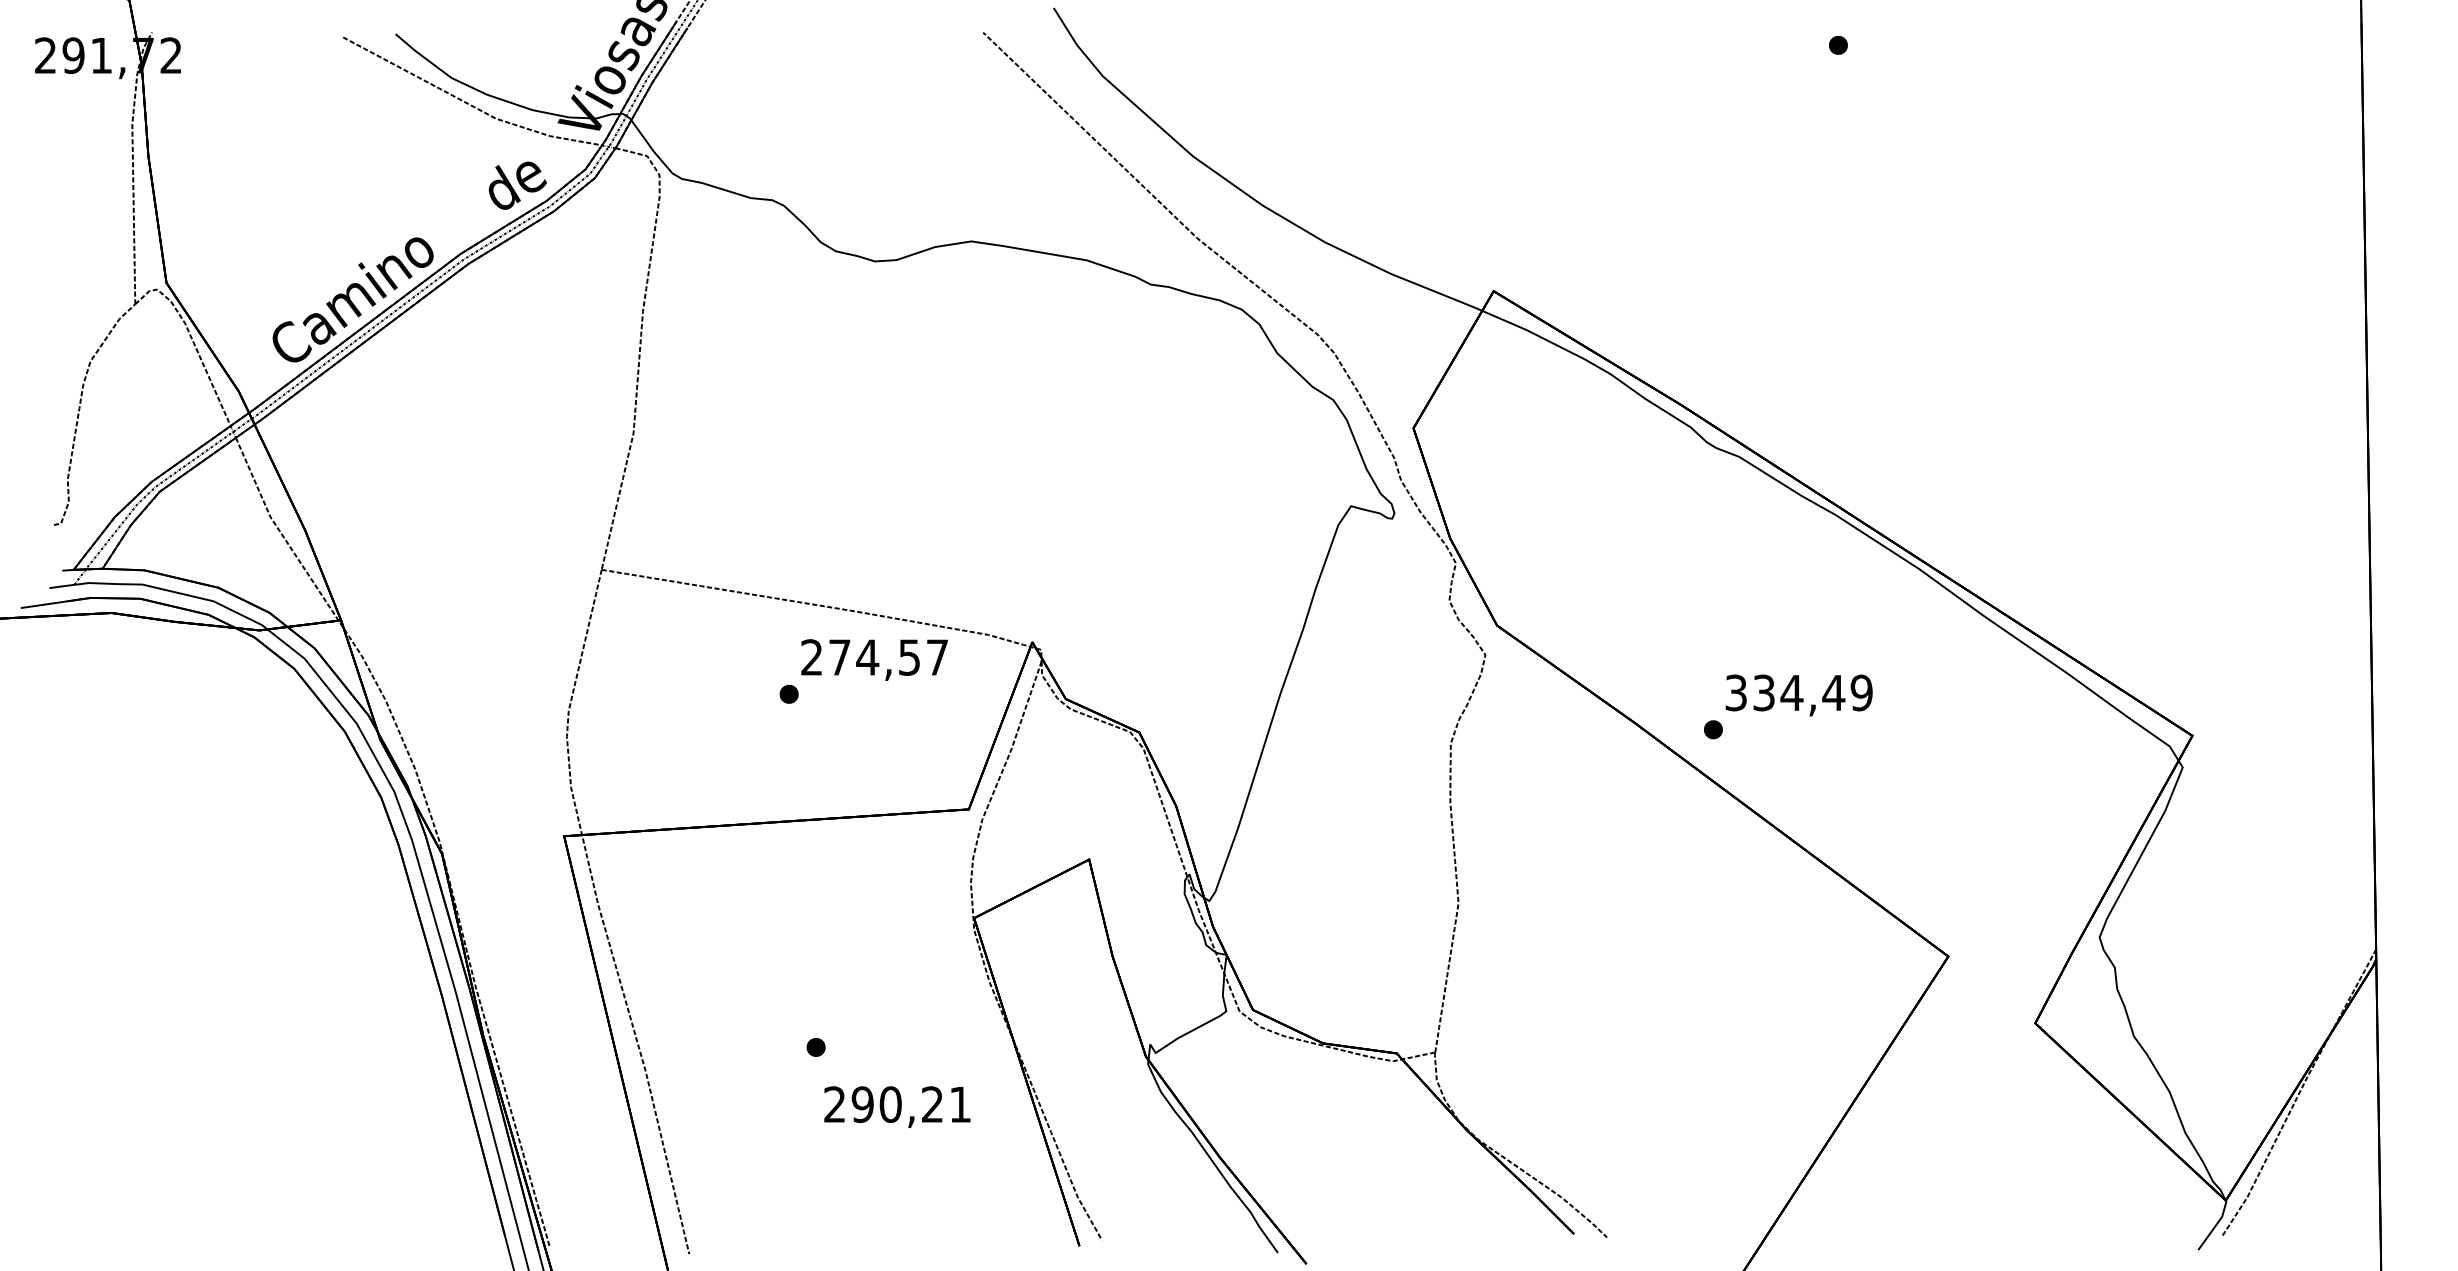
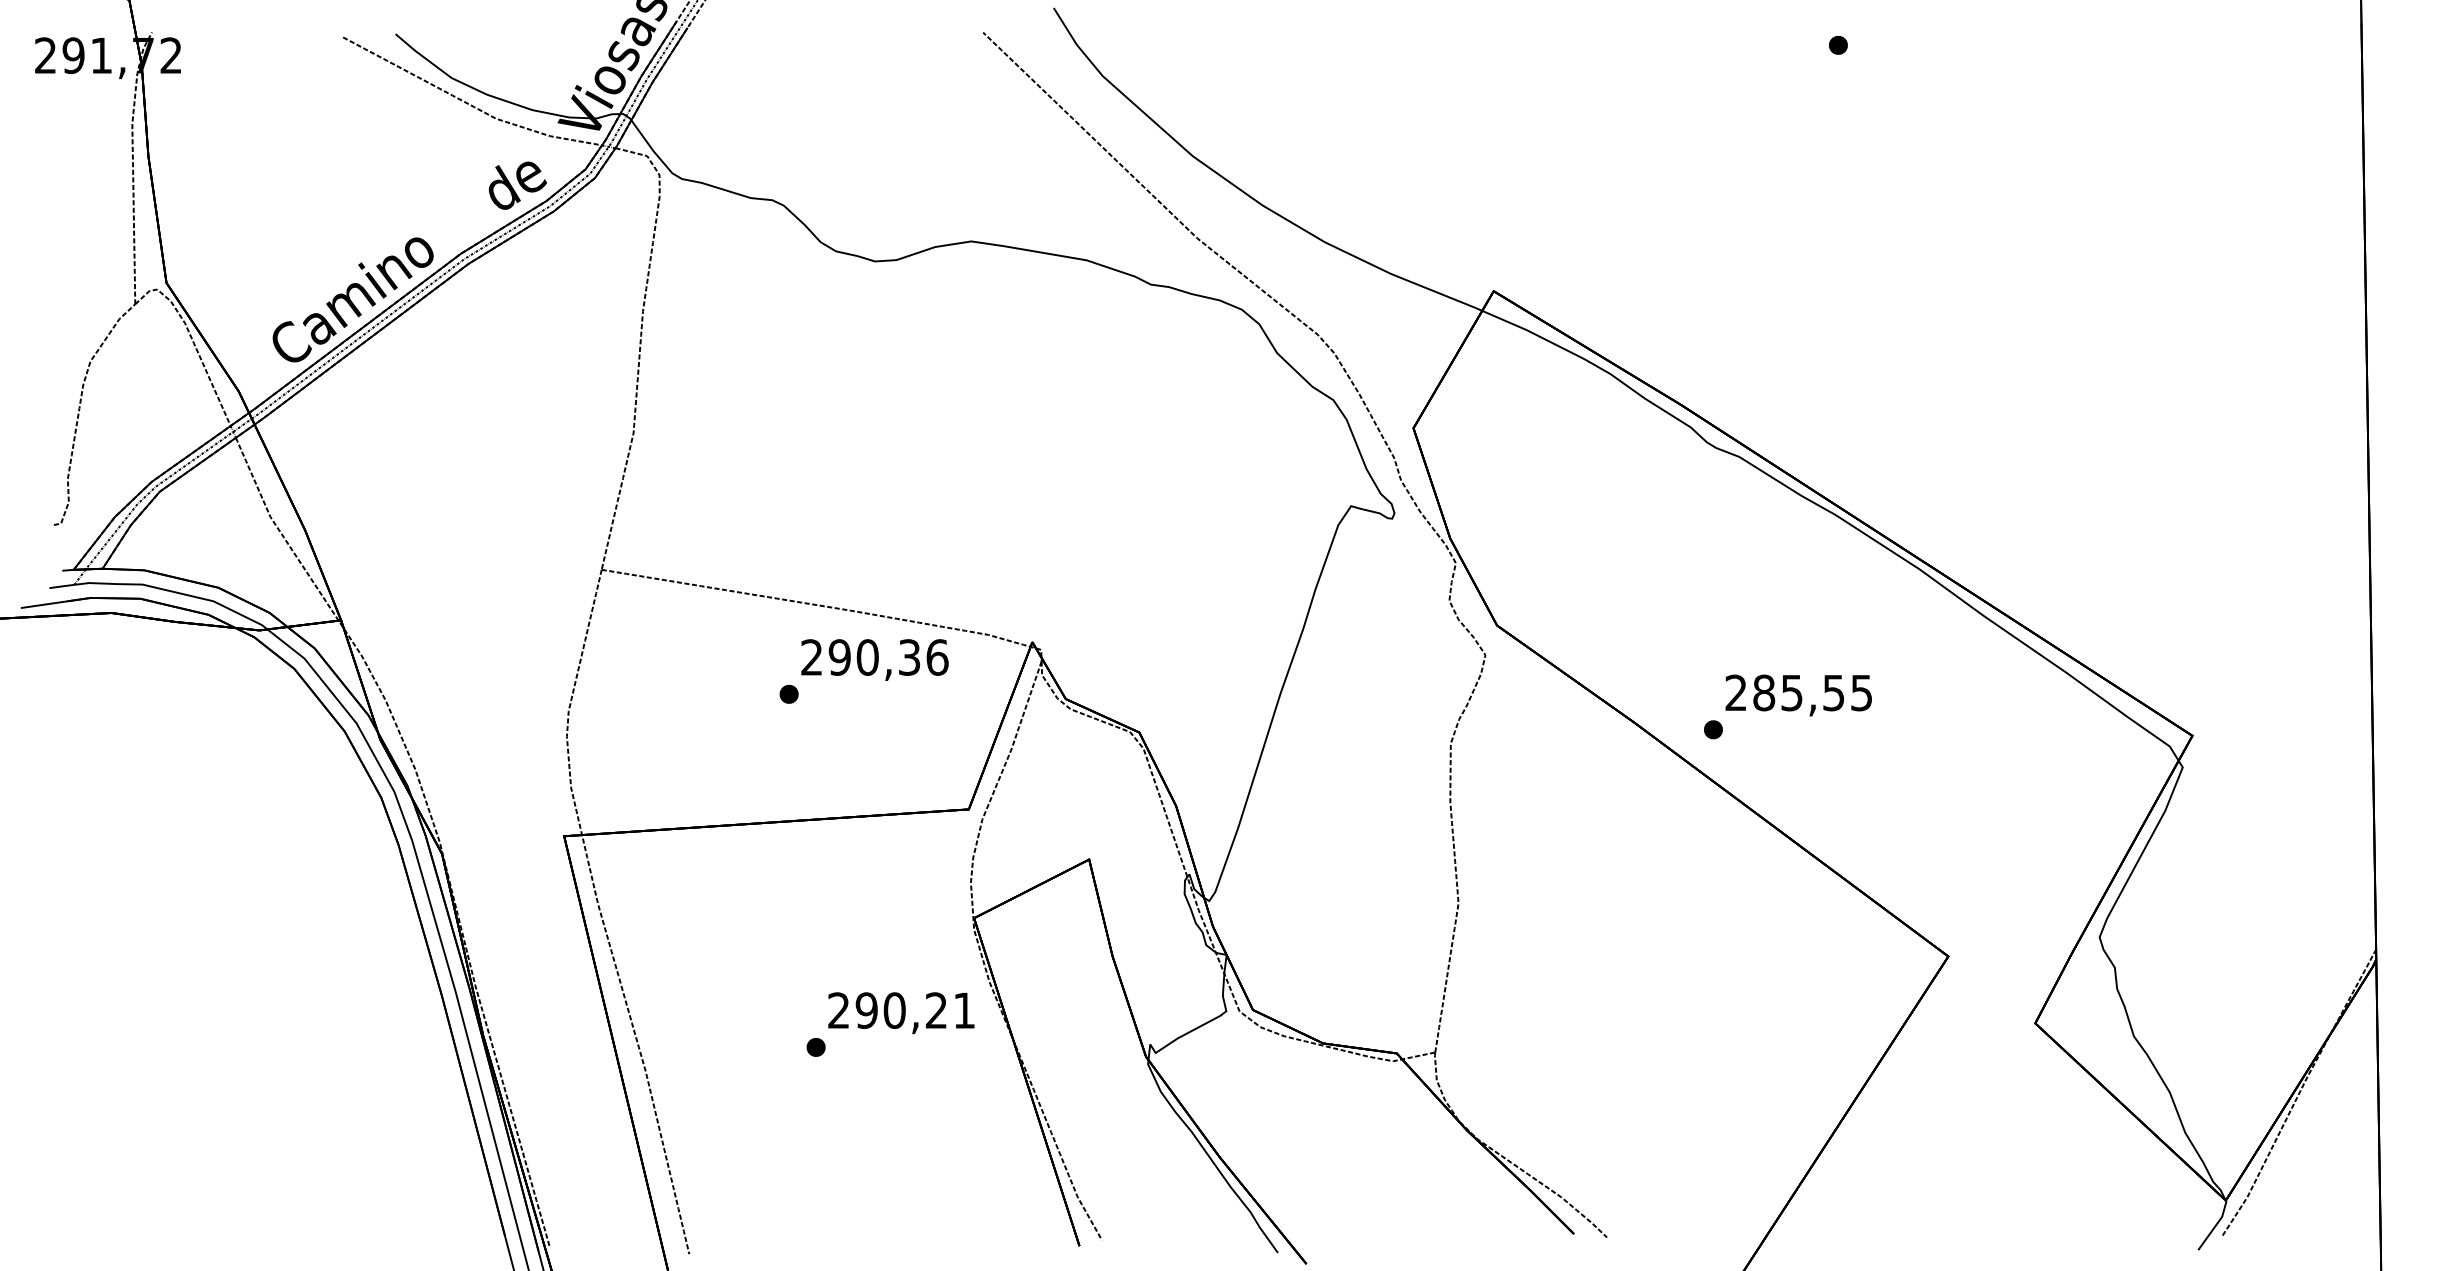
text at (888, 657): 274,57 -> 290,36
text at (1798, 692): 334,49 -> 285,55
text at (897, 1106) position: (897, 1106) -> (901, 1012)
